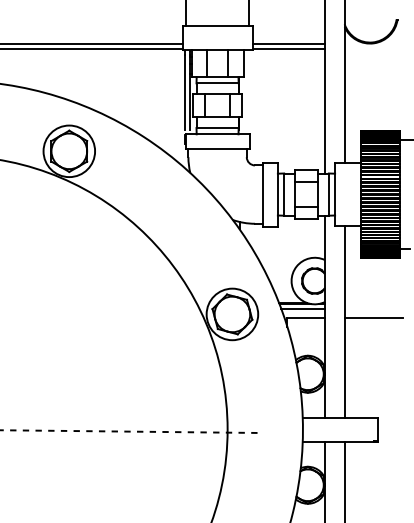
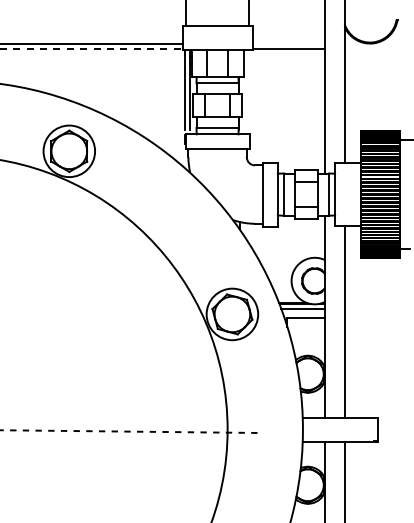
line at (288, 43): present -> none
line at (91, 48): solid -> dashed
line at (373, 318): present -> none
